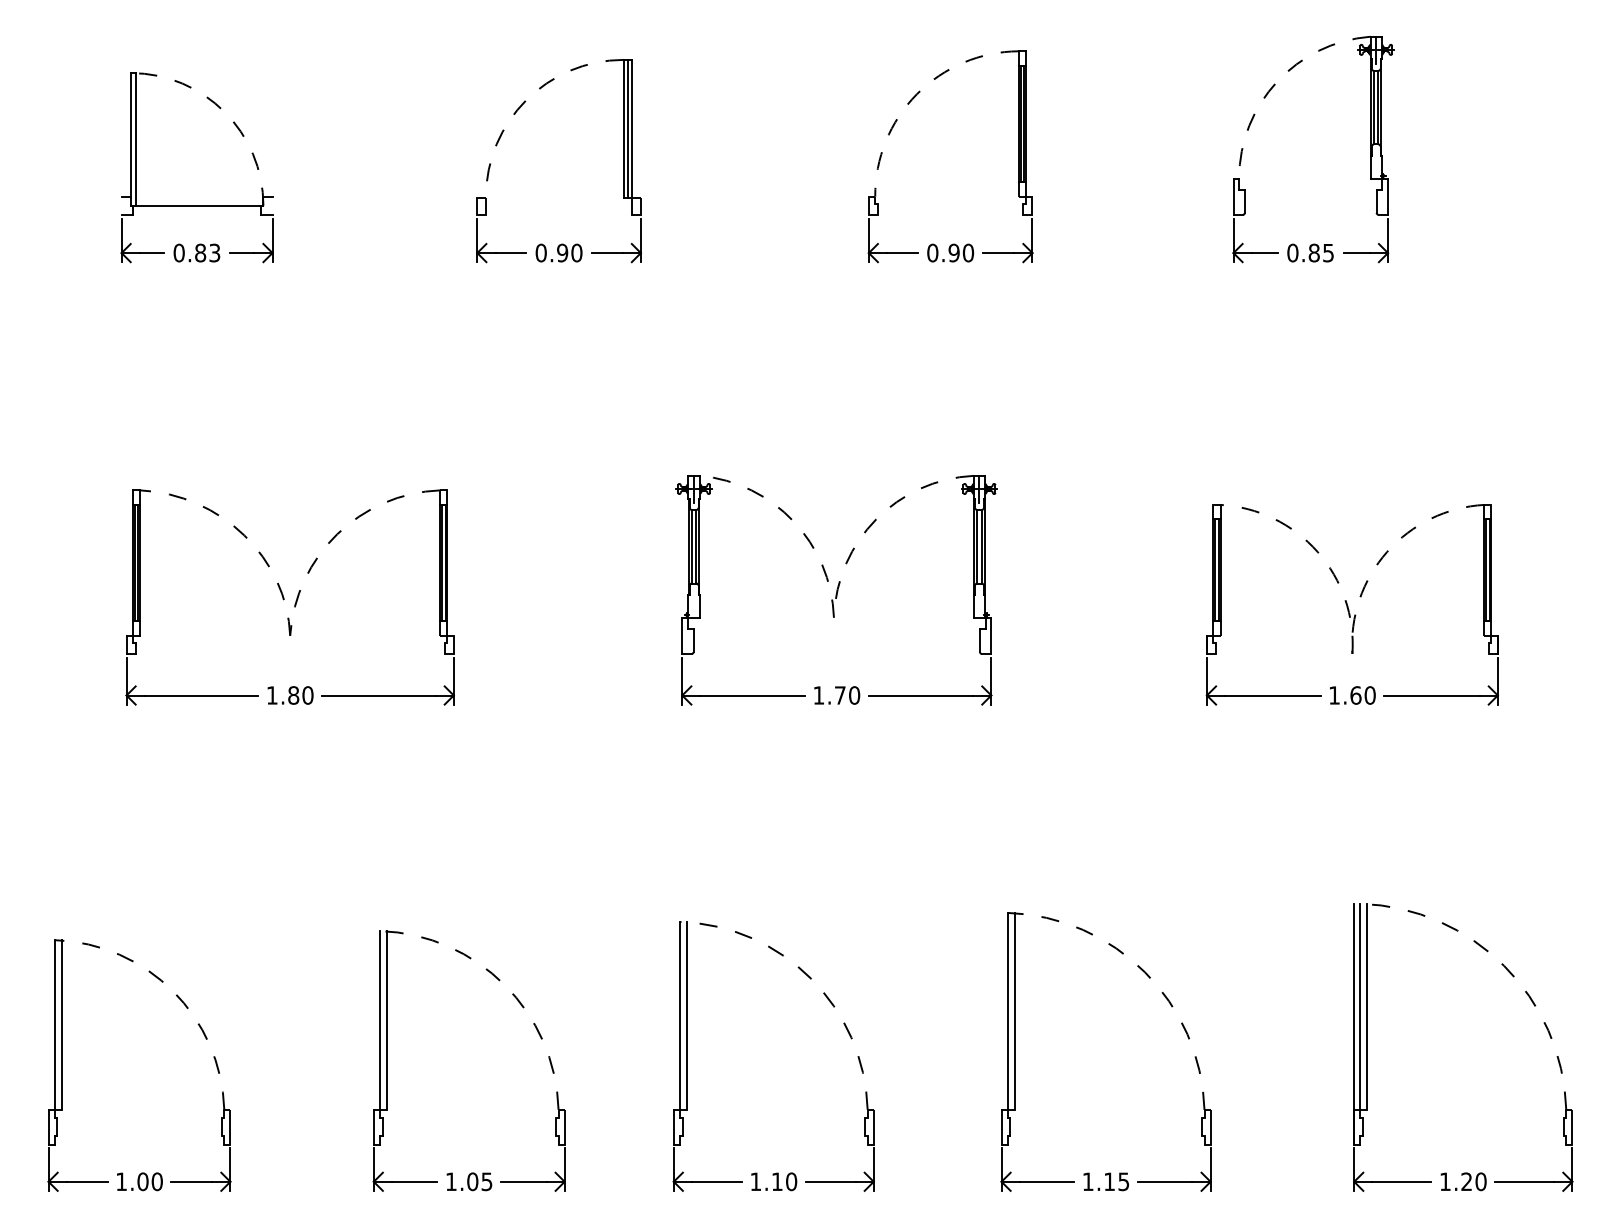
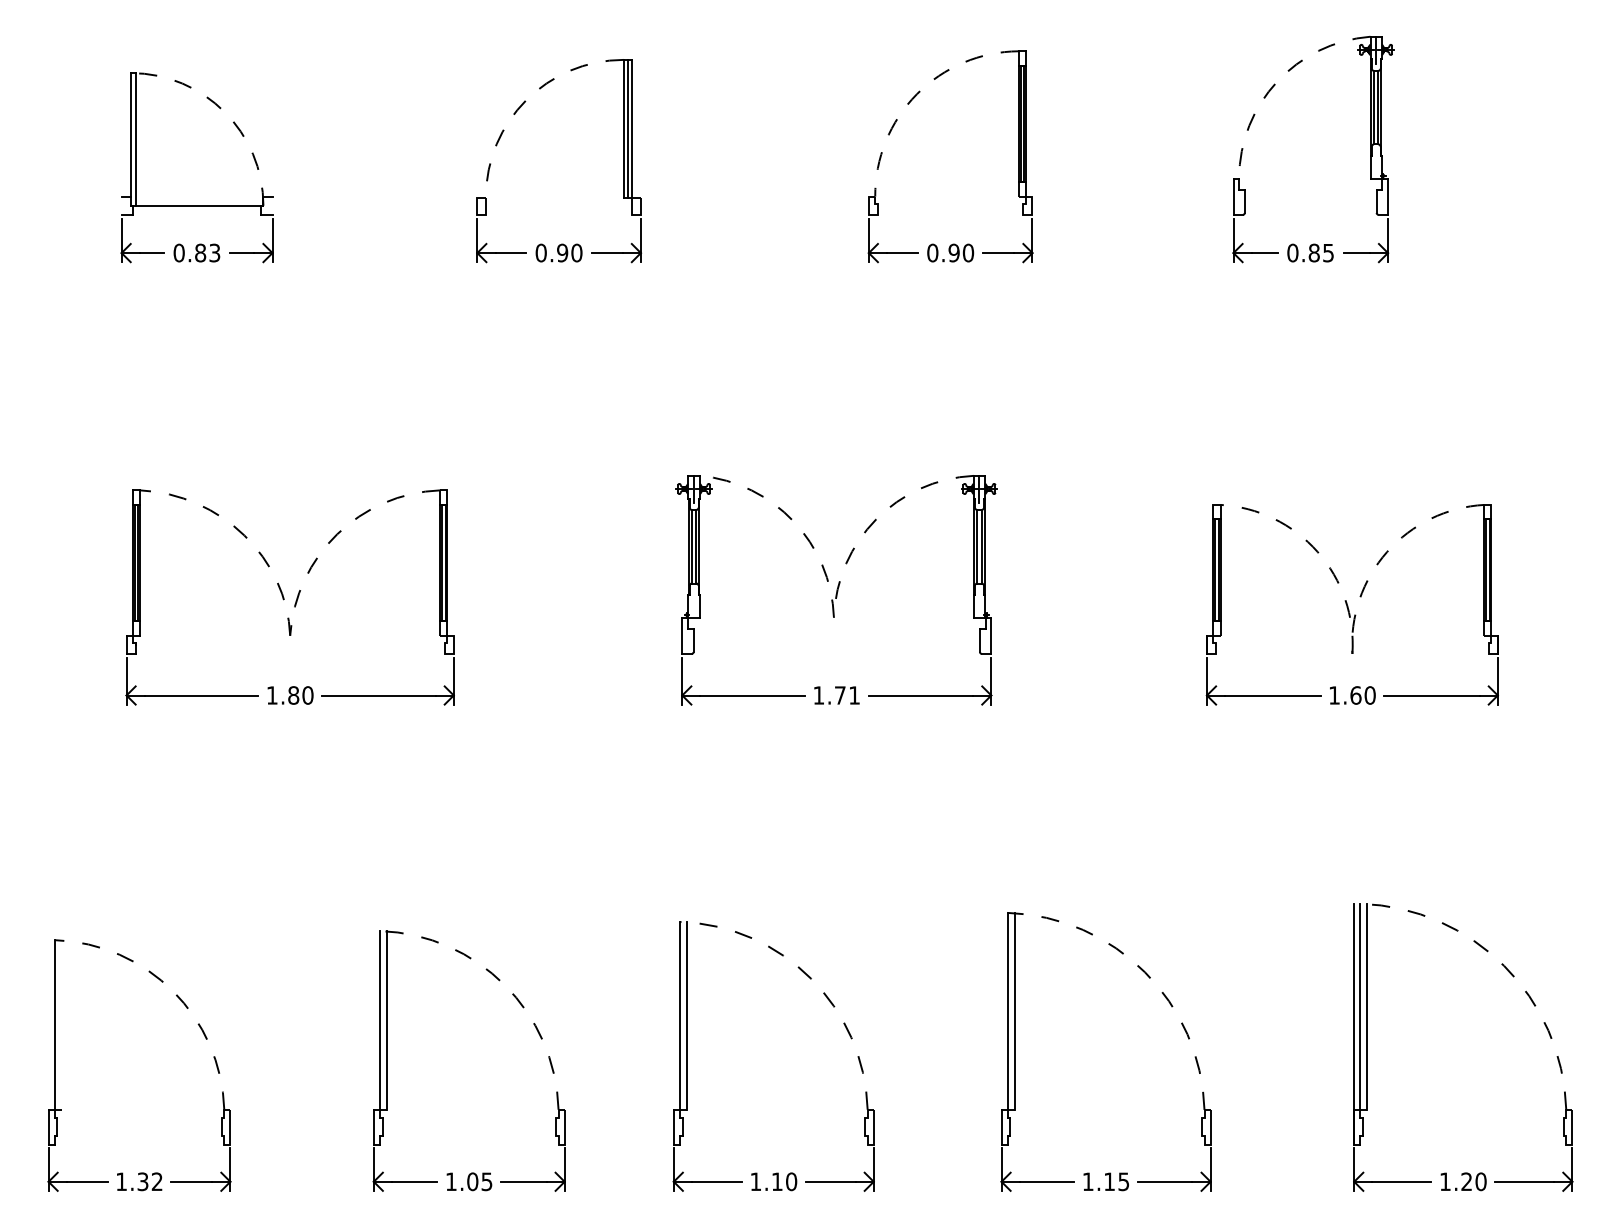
text at (854, 695): 1.70 -> 1.71
line at (61, 1024): present -> none
text at (149, 1181): 1.00 -> 1.32
